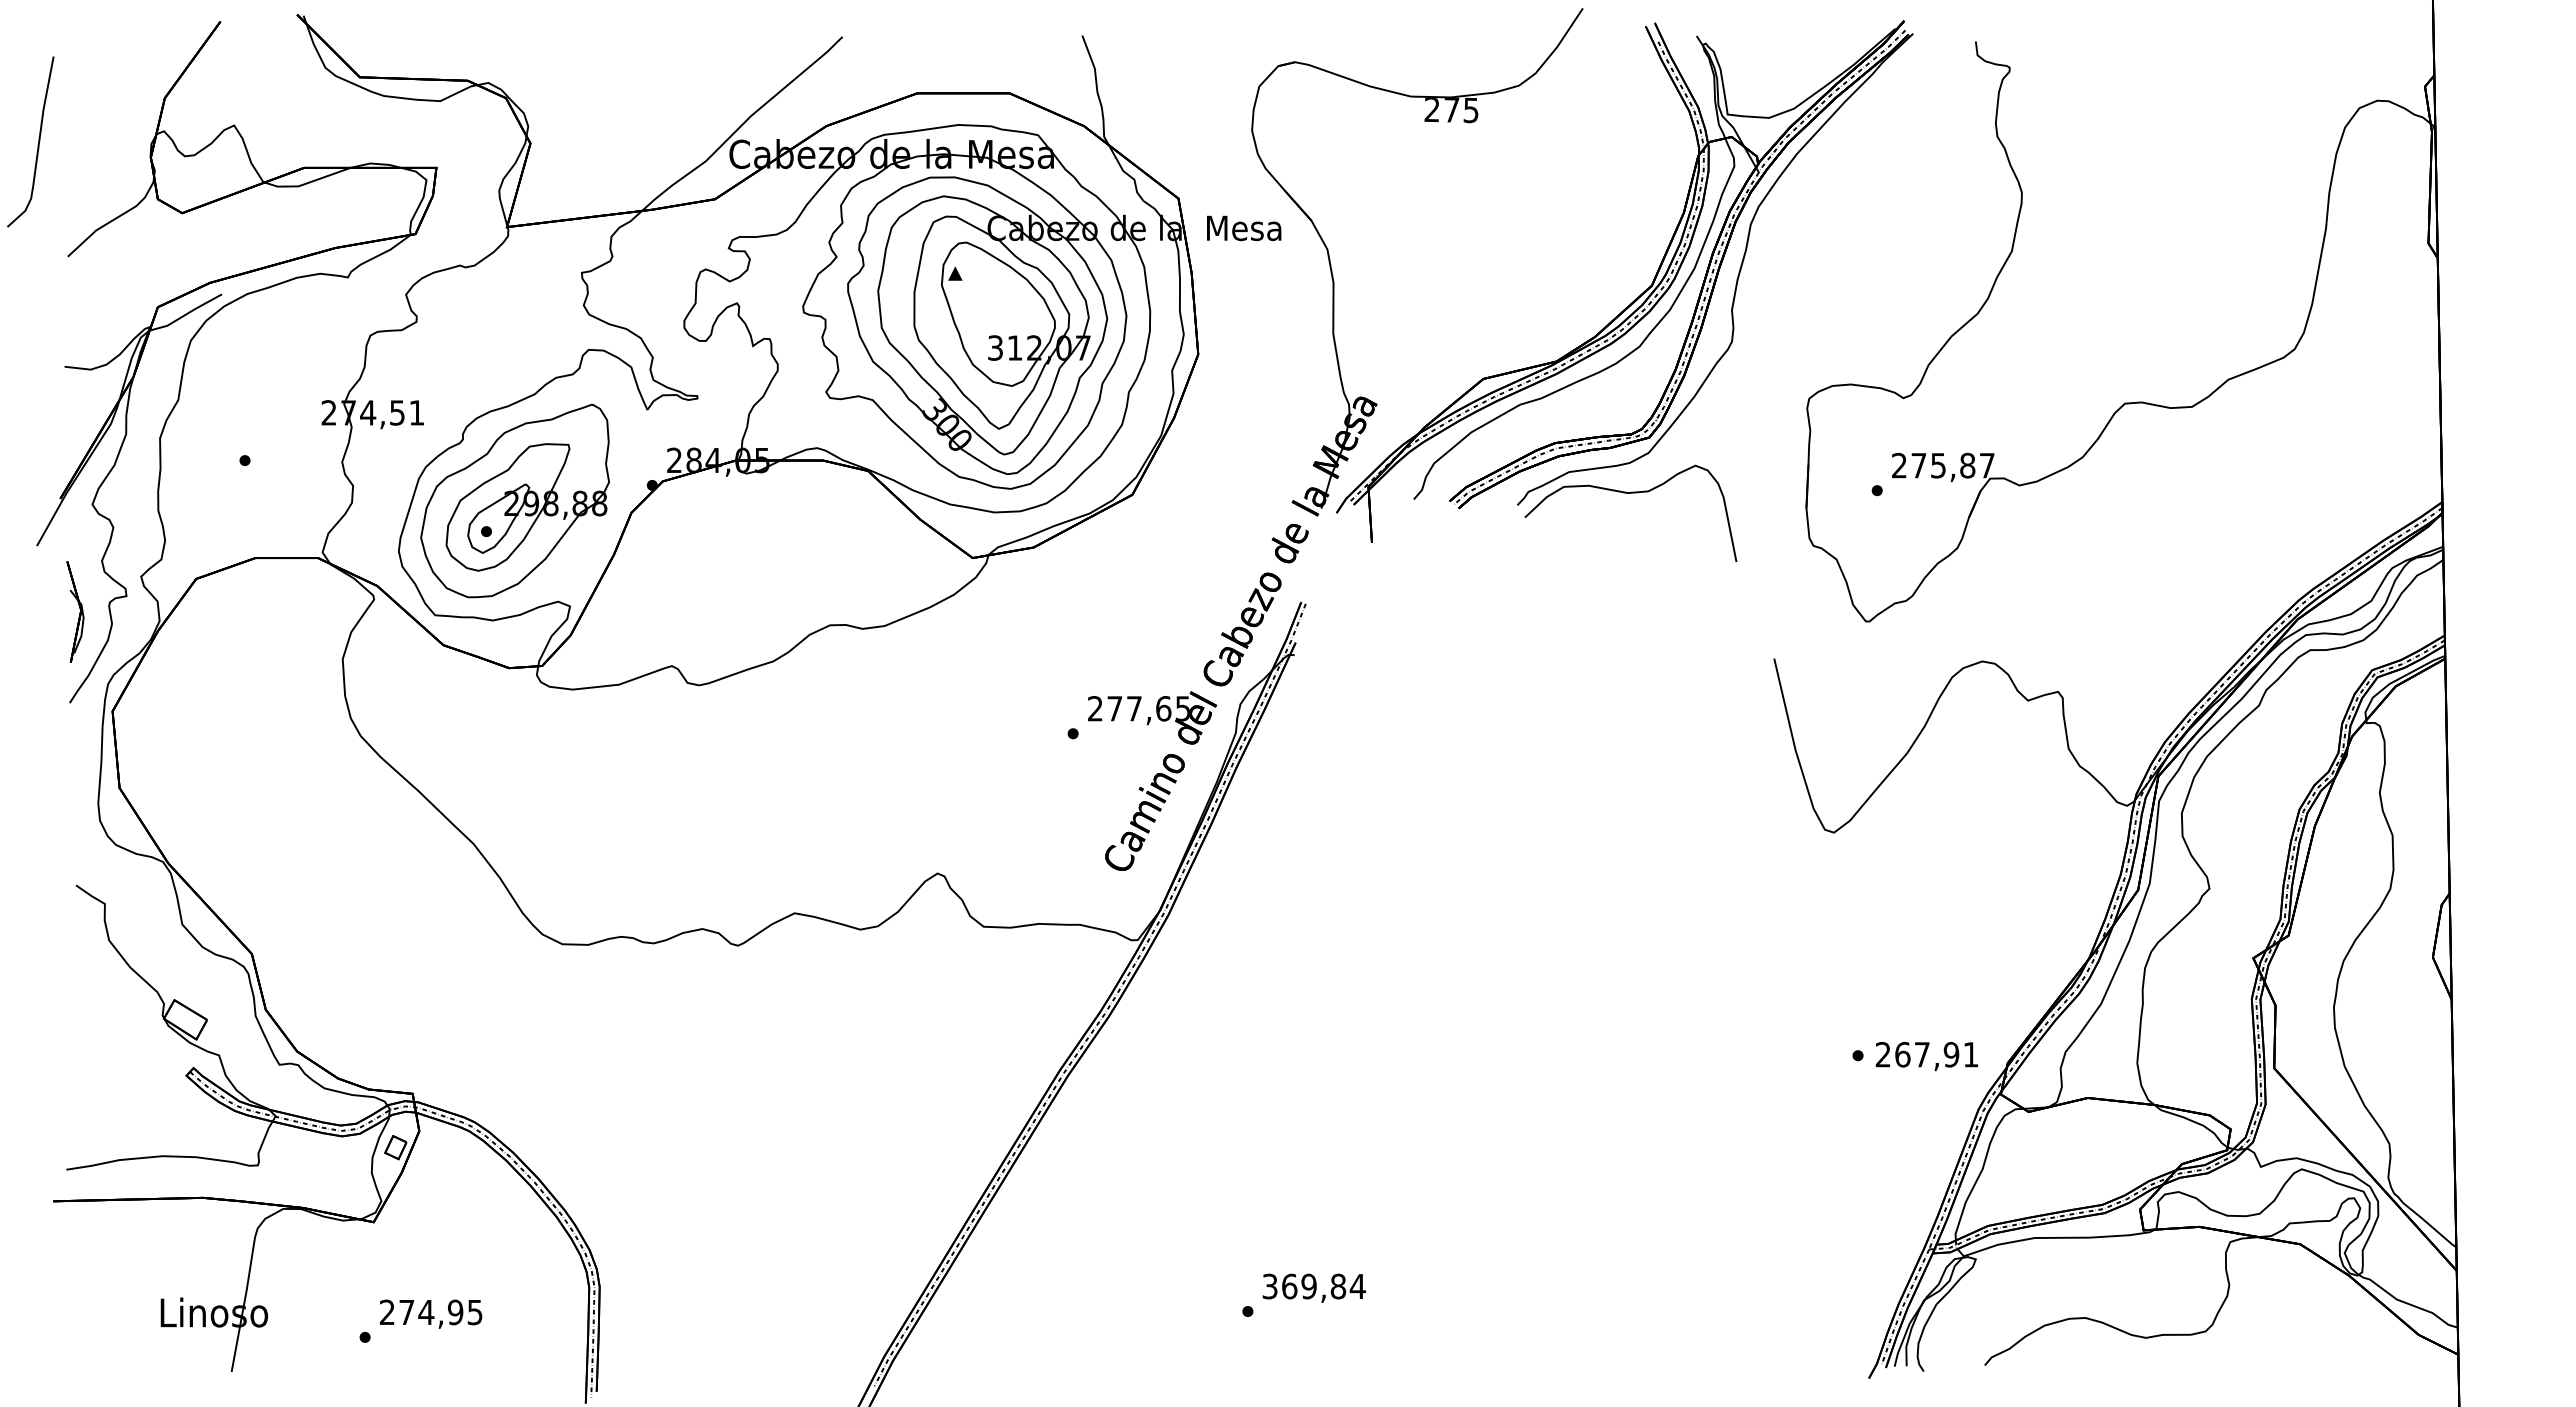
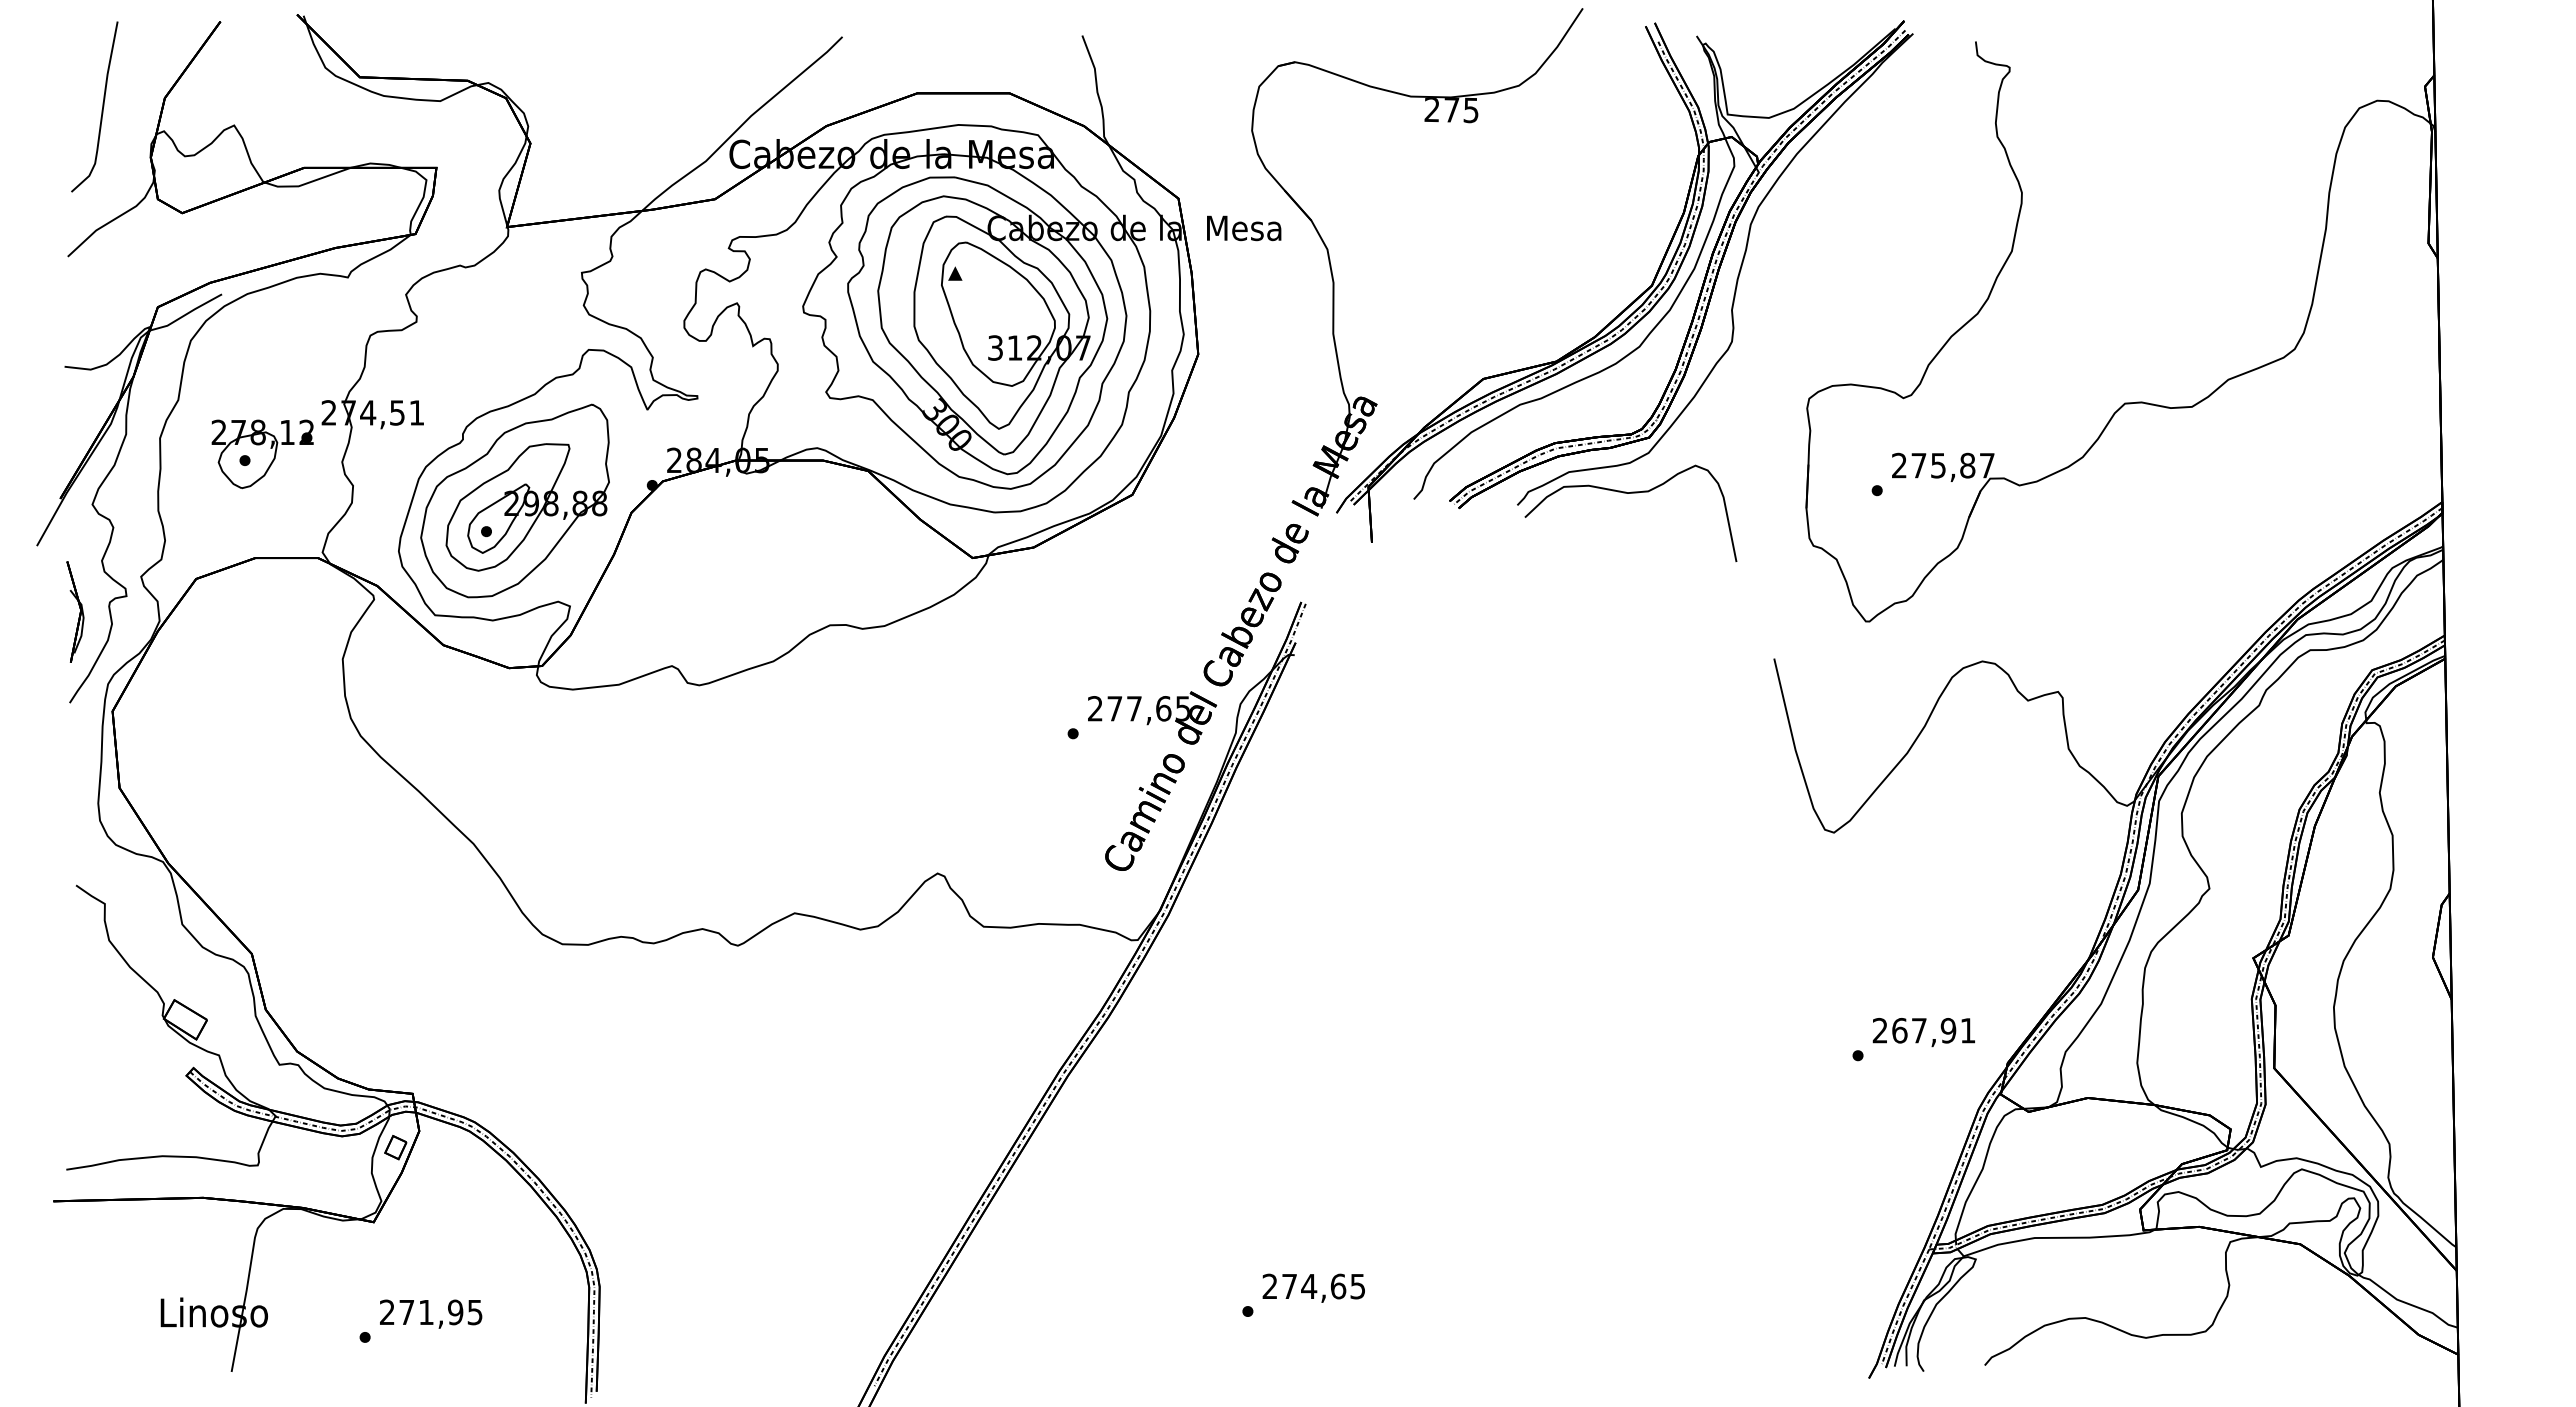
curve at (37, 144) position: (37, 144) -> (101, 109)
part at (262, 454): none -> present
text at (1926, 1056) position: (1926, 1056) -> (1923, 1032)
text at (1313, 1286): 369,84 -> 274,65
text at (426, 1312): 274,95 -> 271,95
